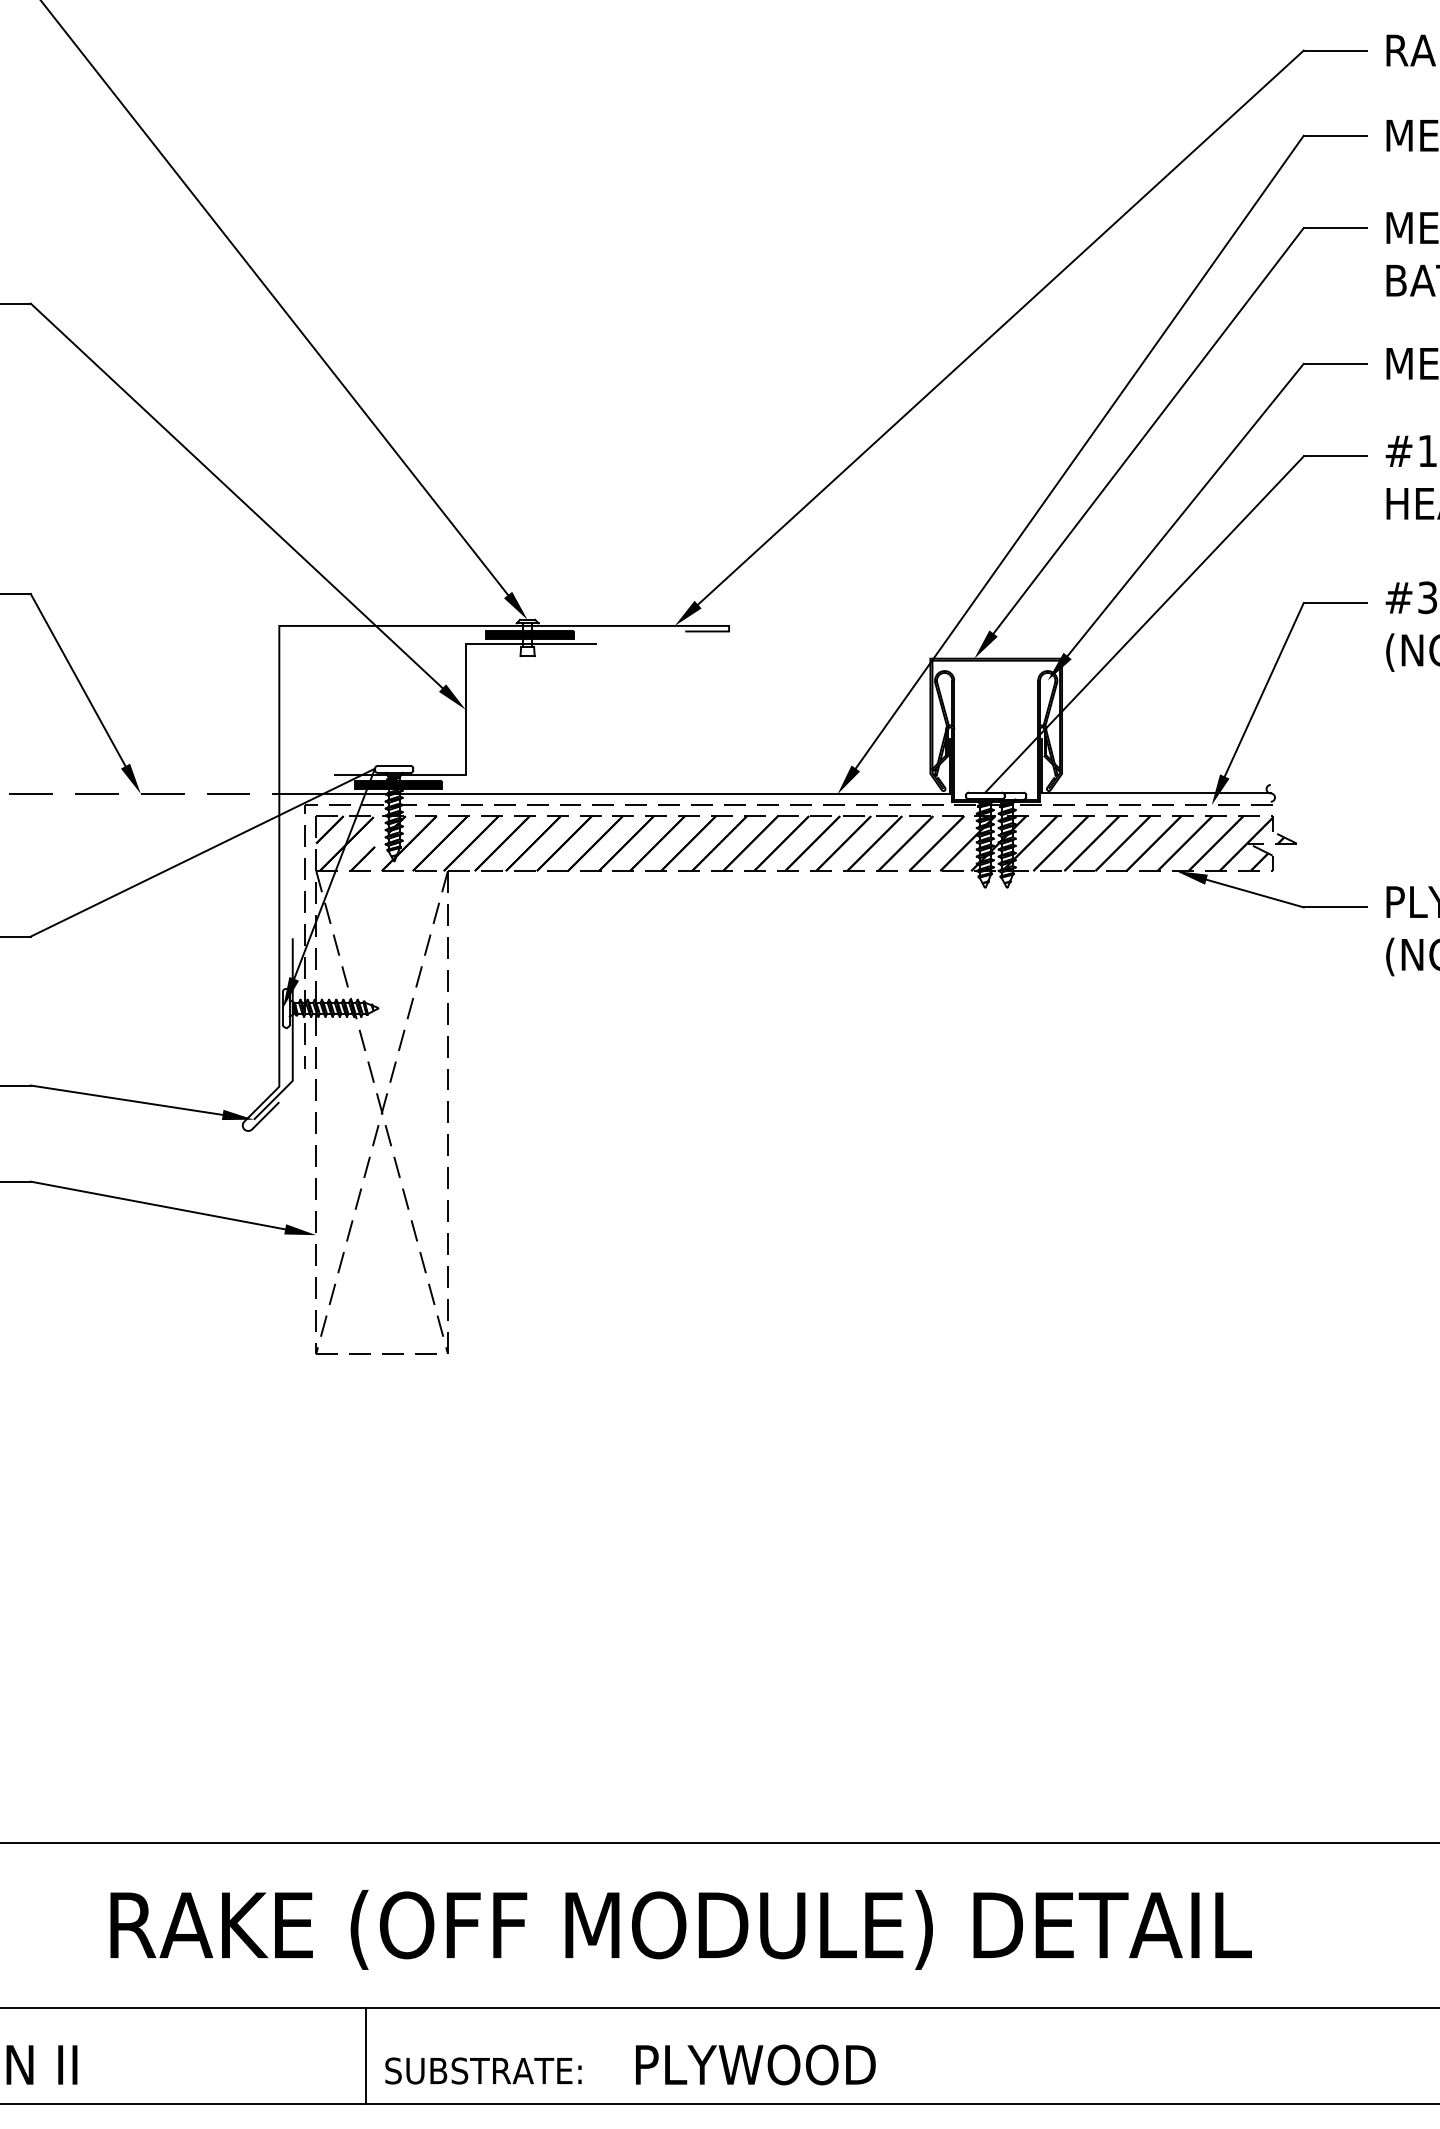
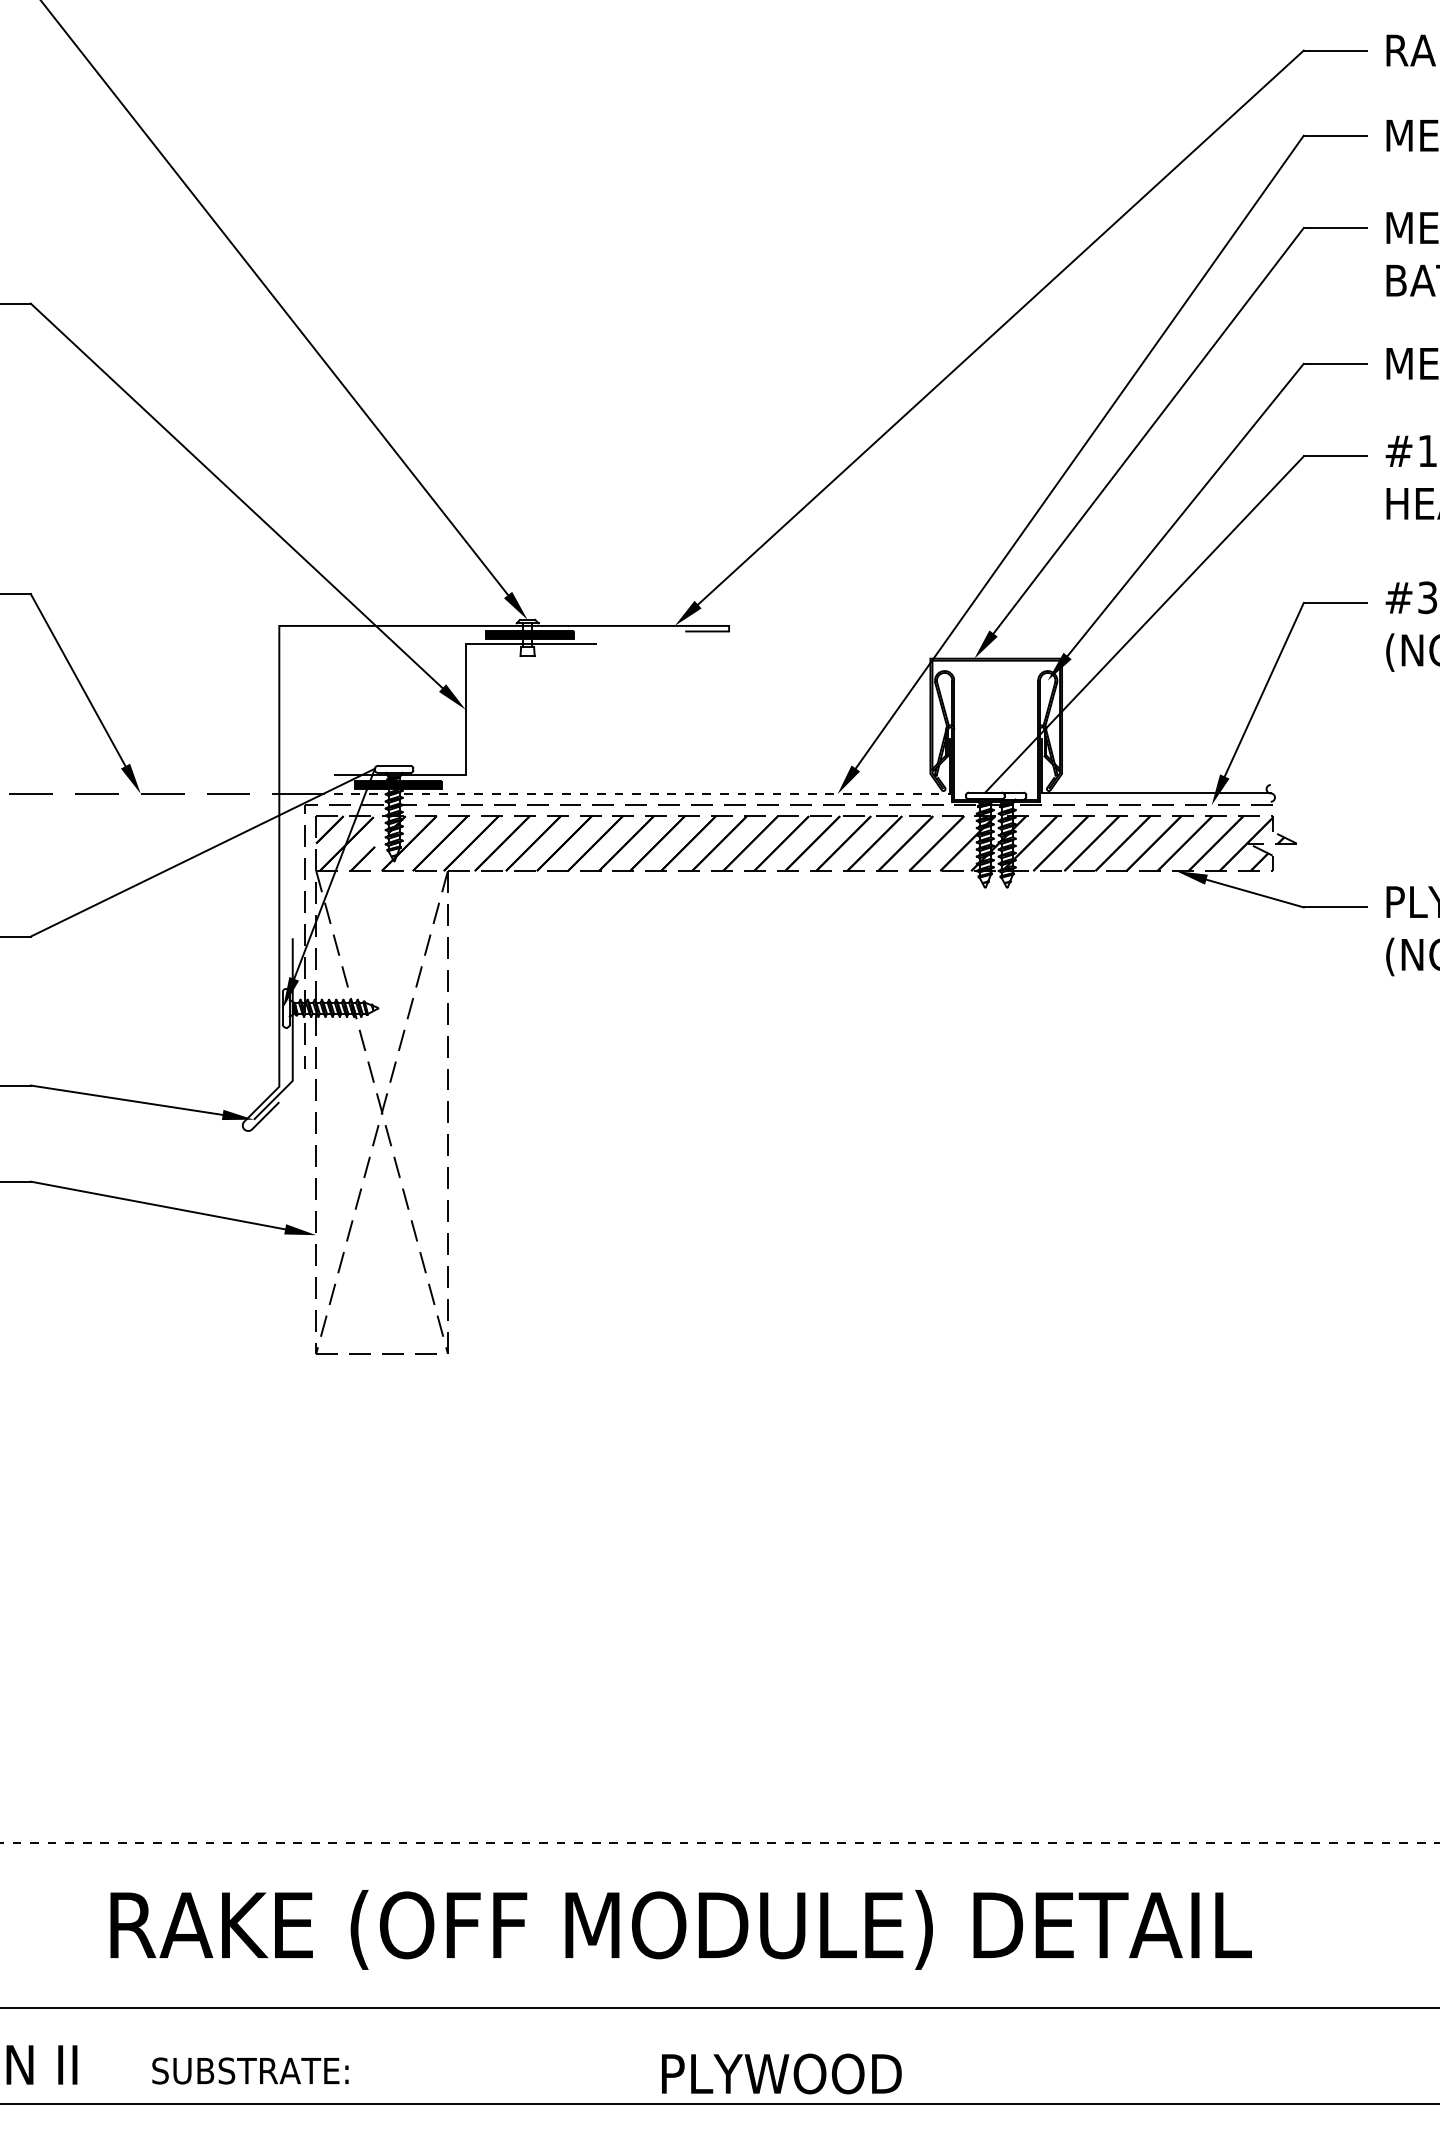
line at (633, 793): solid -> dashed
line at (719, 1842): solid -> dashed
line at (366, 2055): present -> none
text at (755, 2064) position: (755, 2064) -> (781, 2073)
text at (483, 2070) position: (483, 2070) -> (250, 2070)
